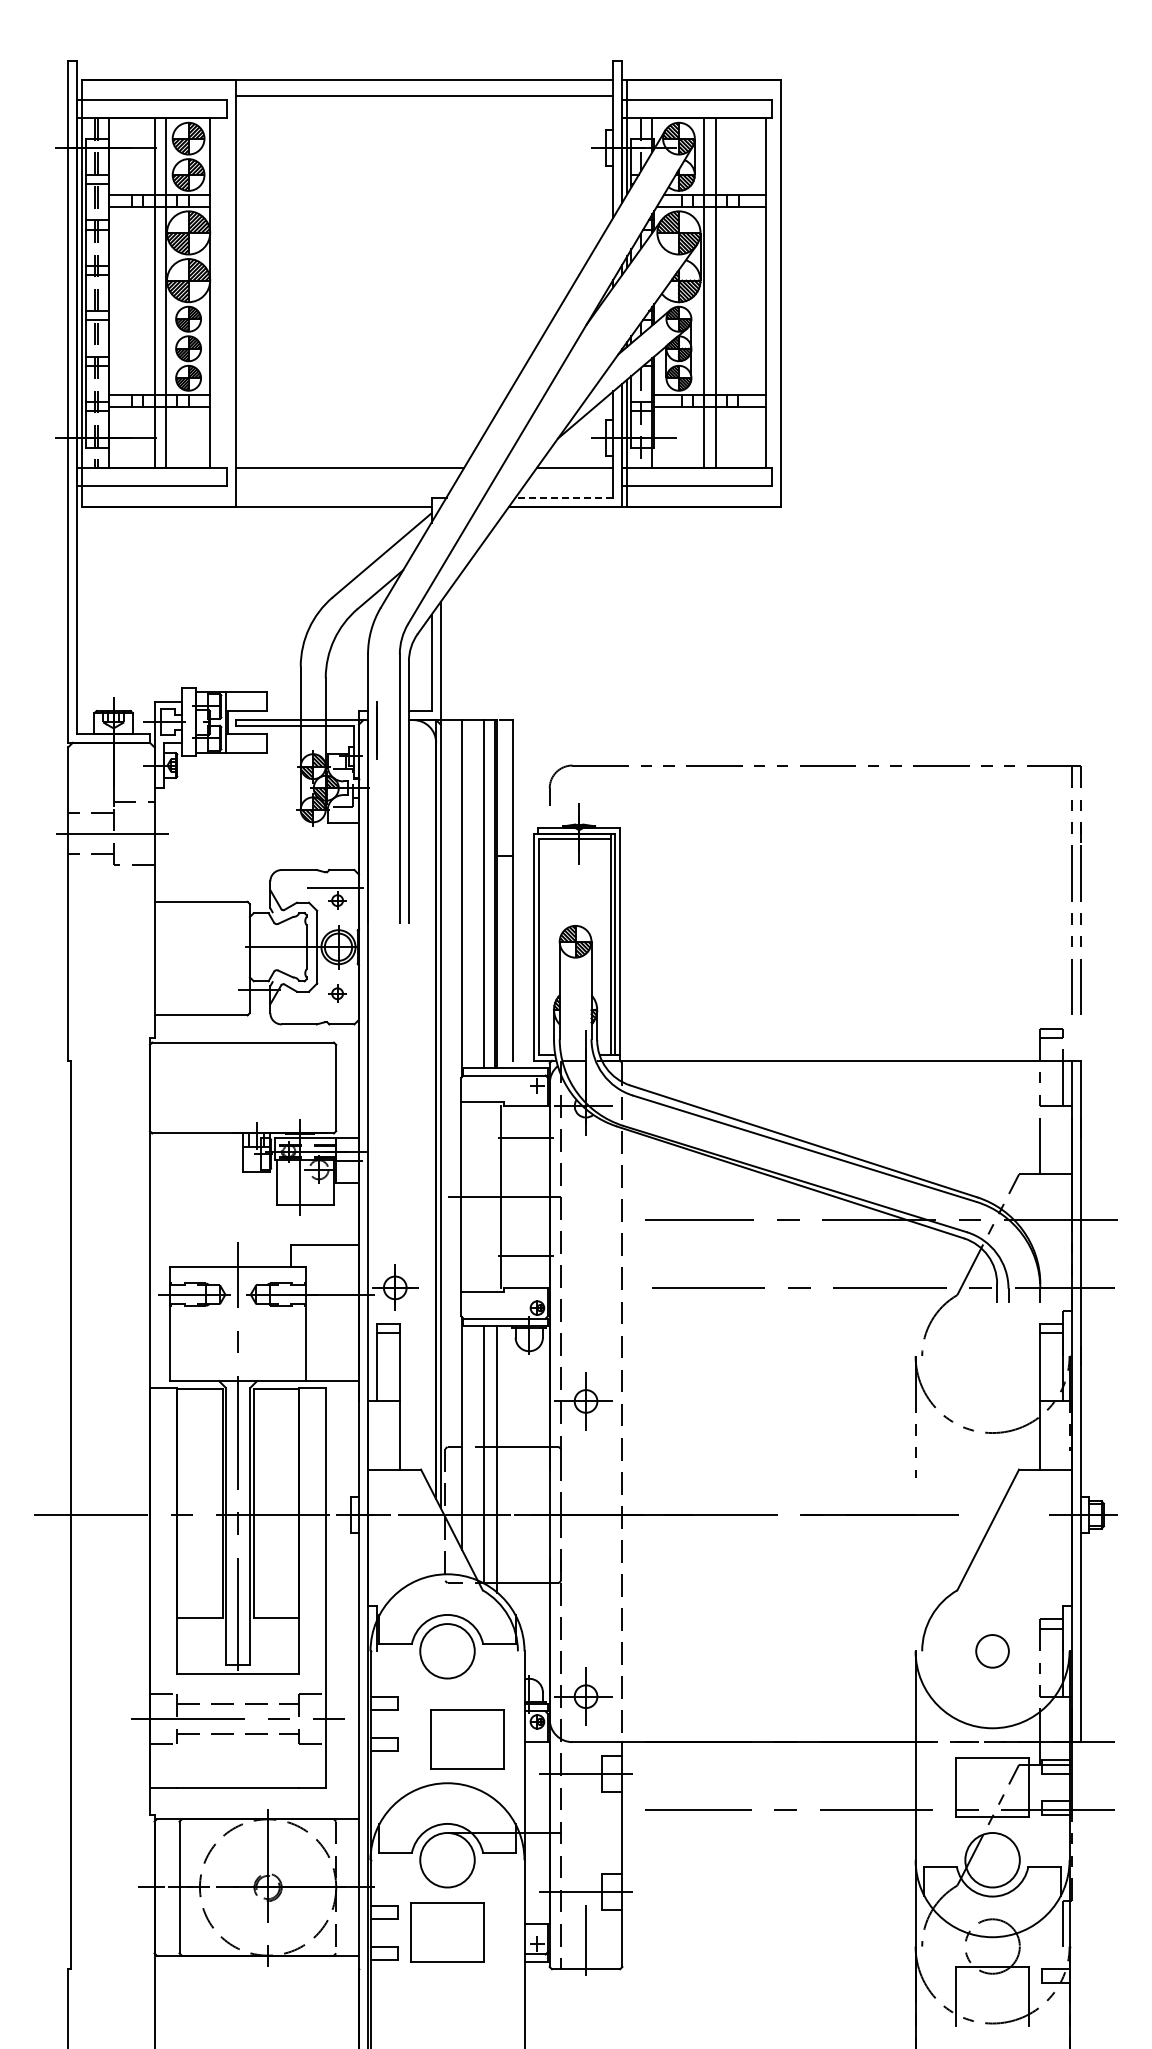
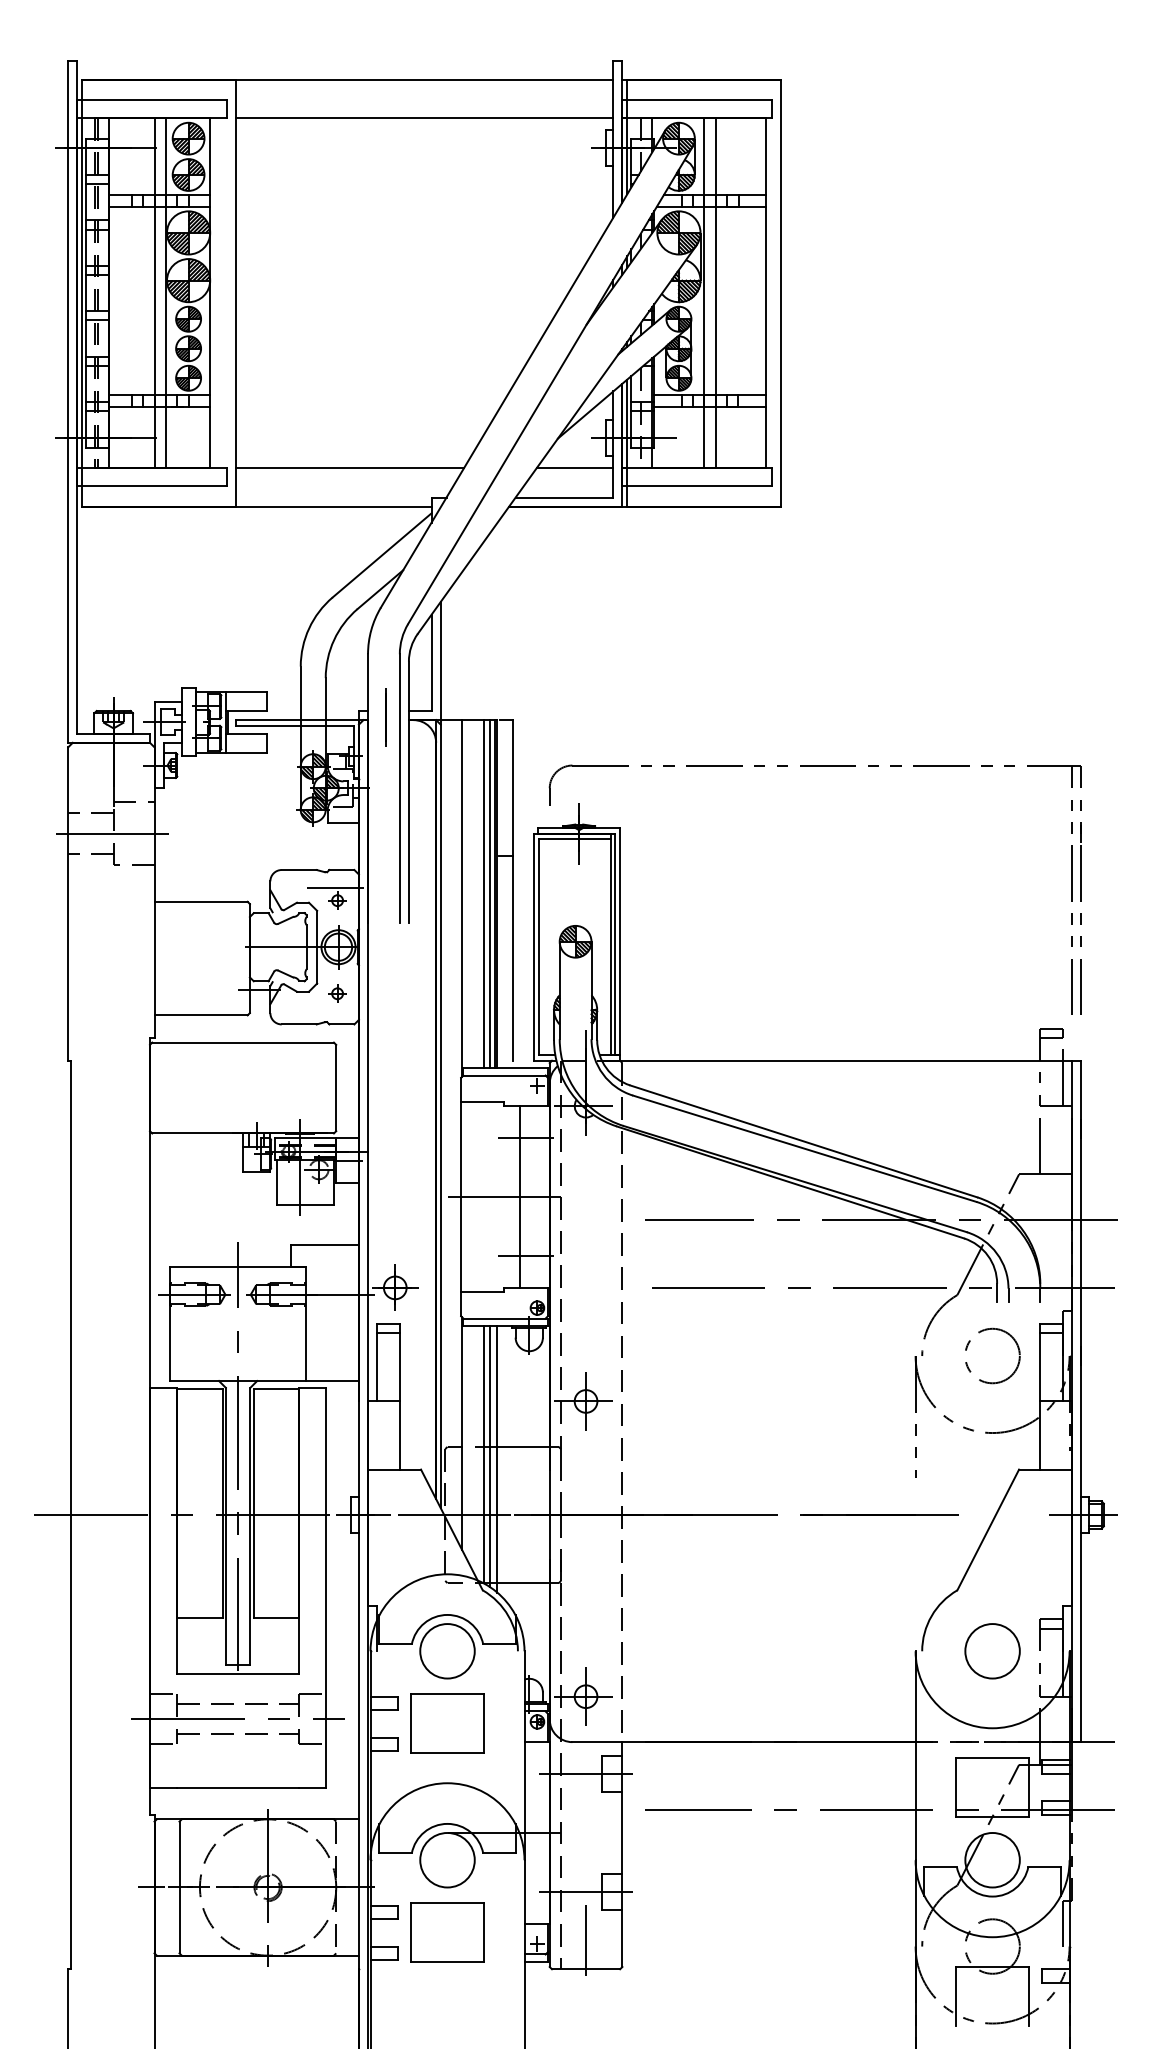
line at (424, 96) position: (424, 96) -> (424, 118)
line at (564, 497): dashed -> solid
line at (376, 730) position: (376, 730) -> (385, 717)
line at (490, 893): none -> present
line at (501, 1196) position: (501, 1196) -> (520, 1196)
circle at (992, 1355): none -> present
line at (490, 1456): none -> present
circle at (992, 1651) size: 35x35 px -> 57x57 px
part at (467, 1739) position: (467, 1739) -> (447, 1723)
